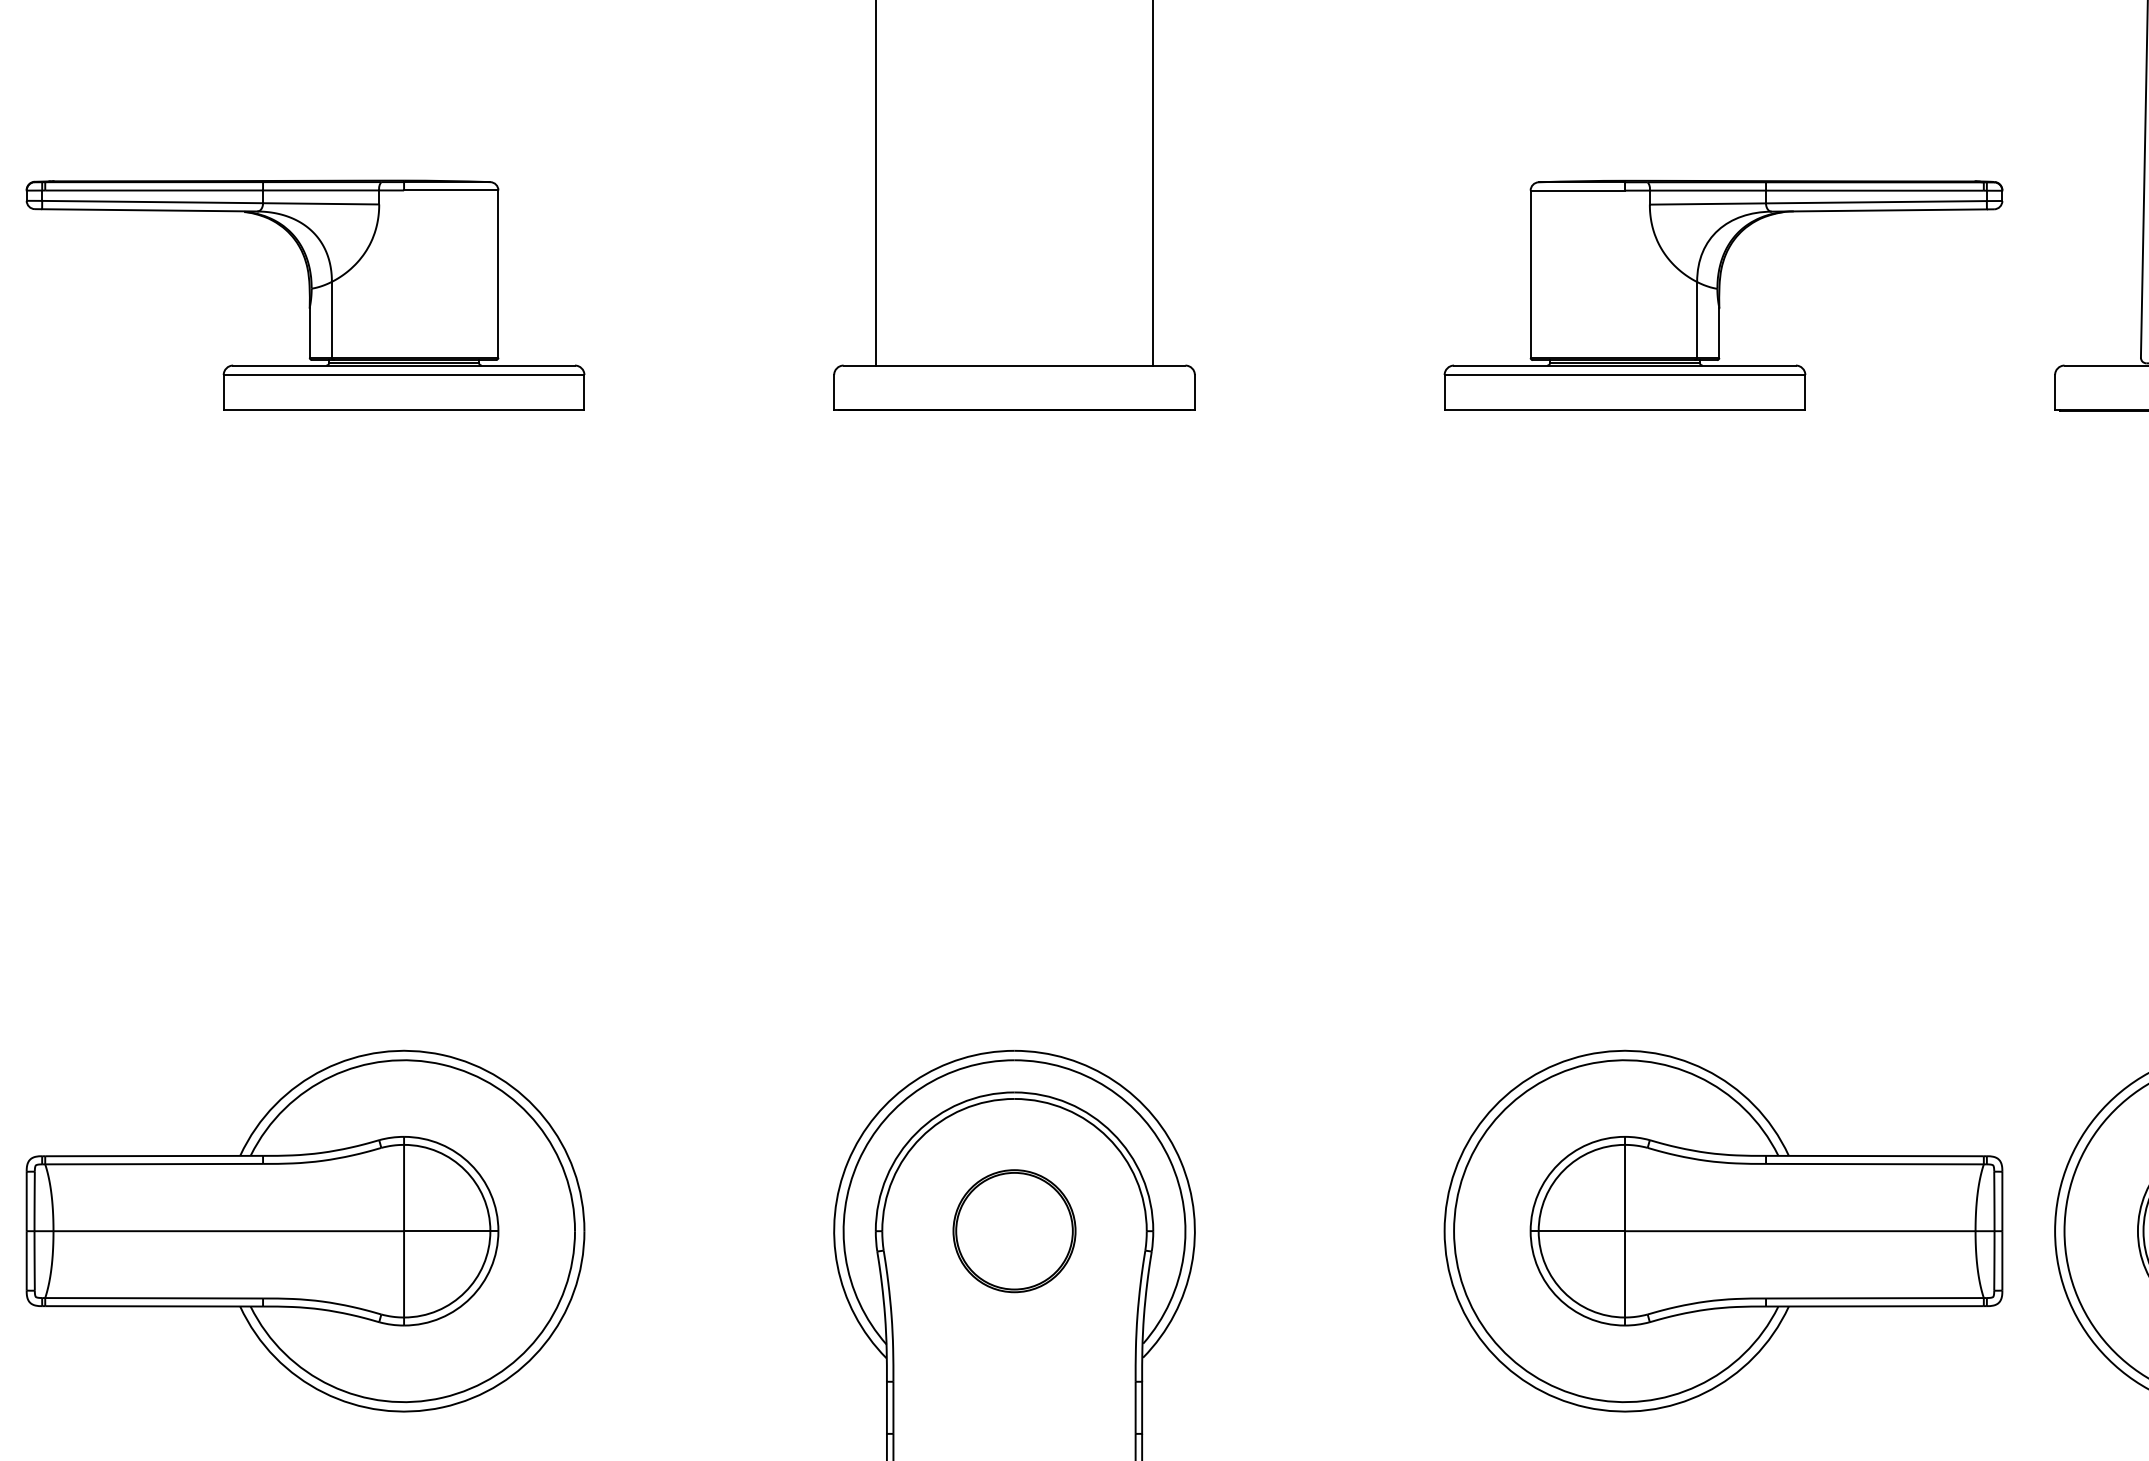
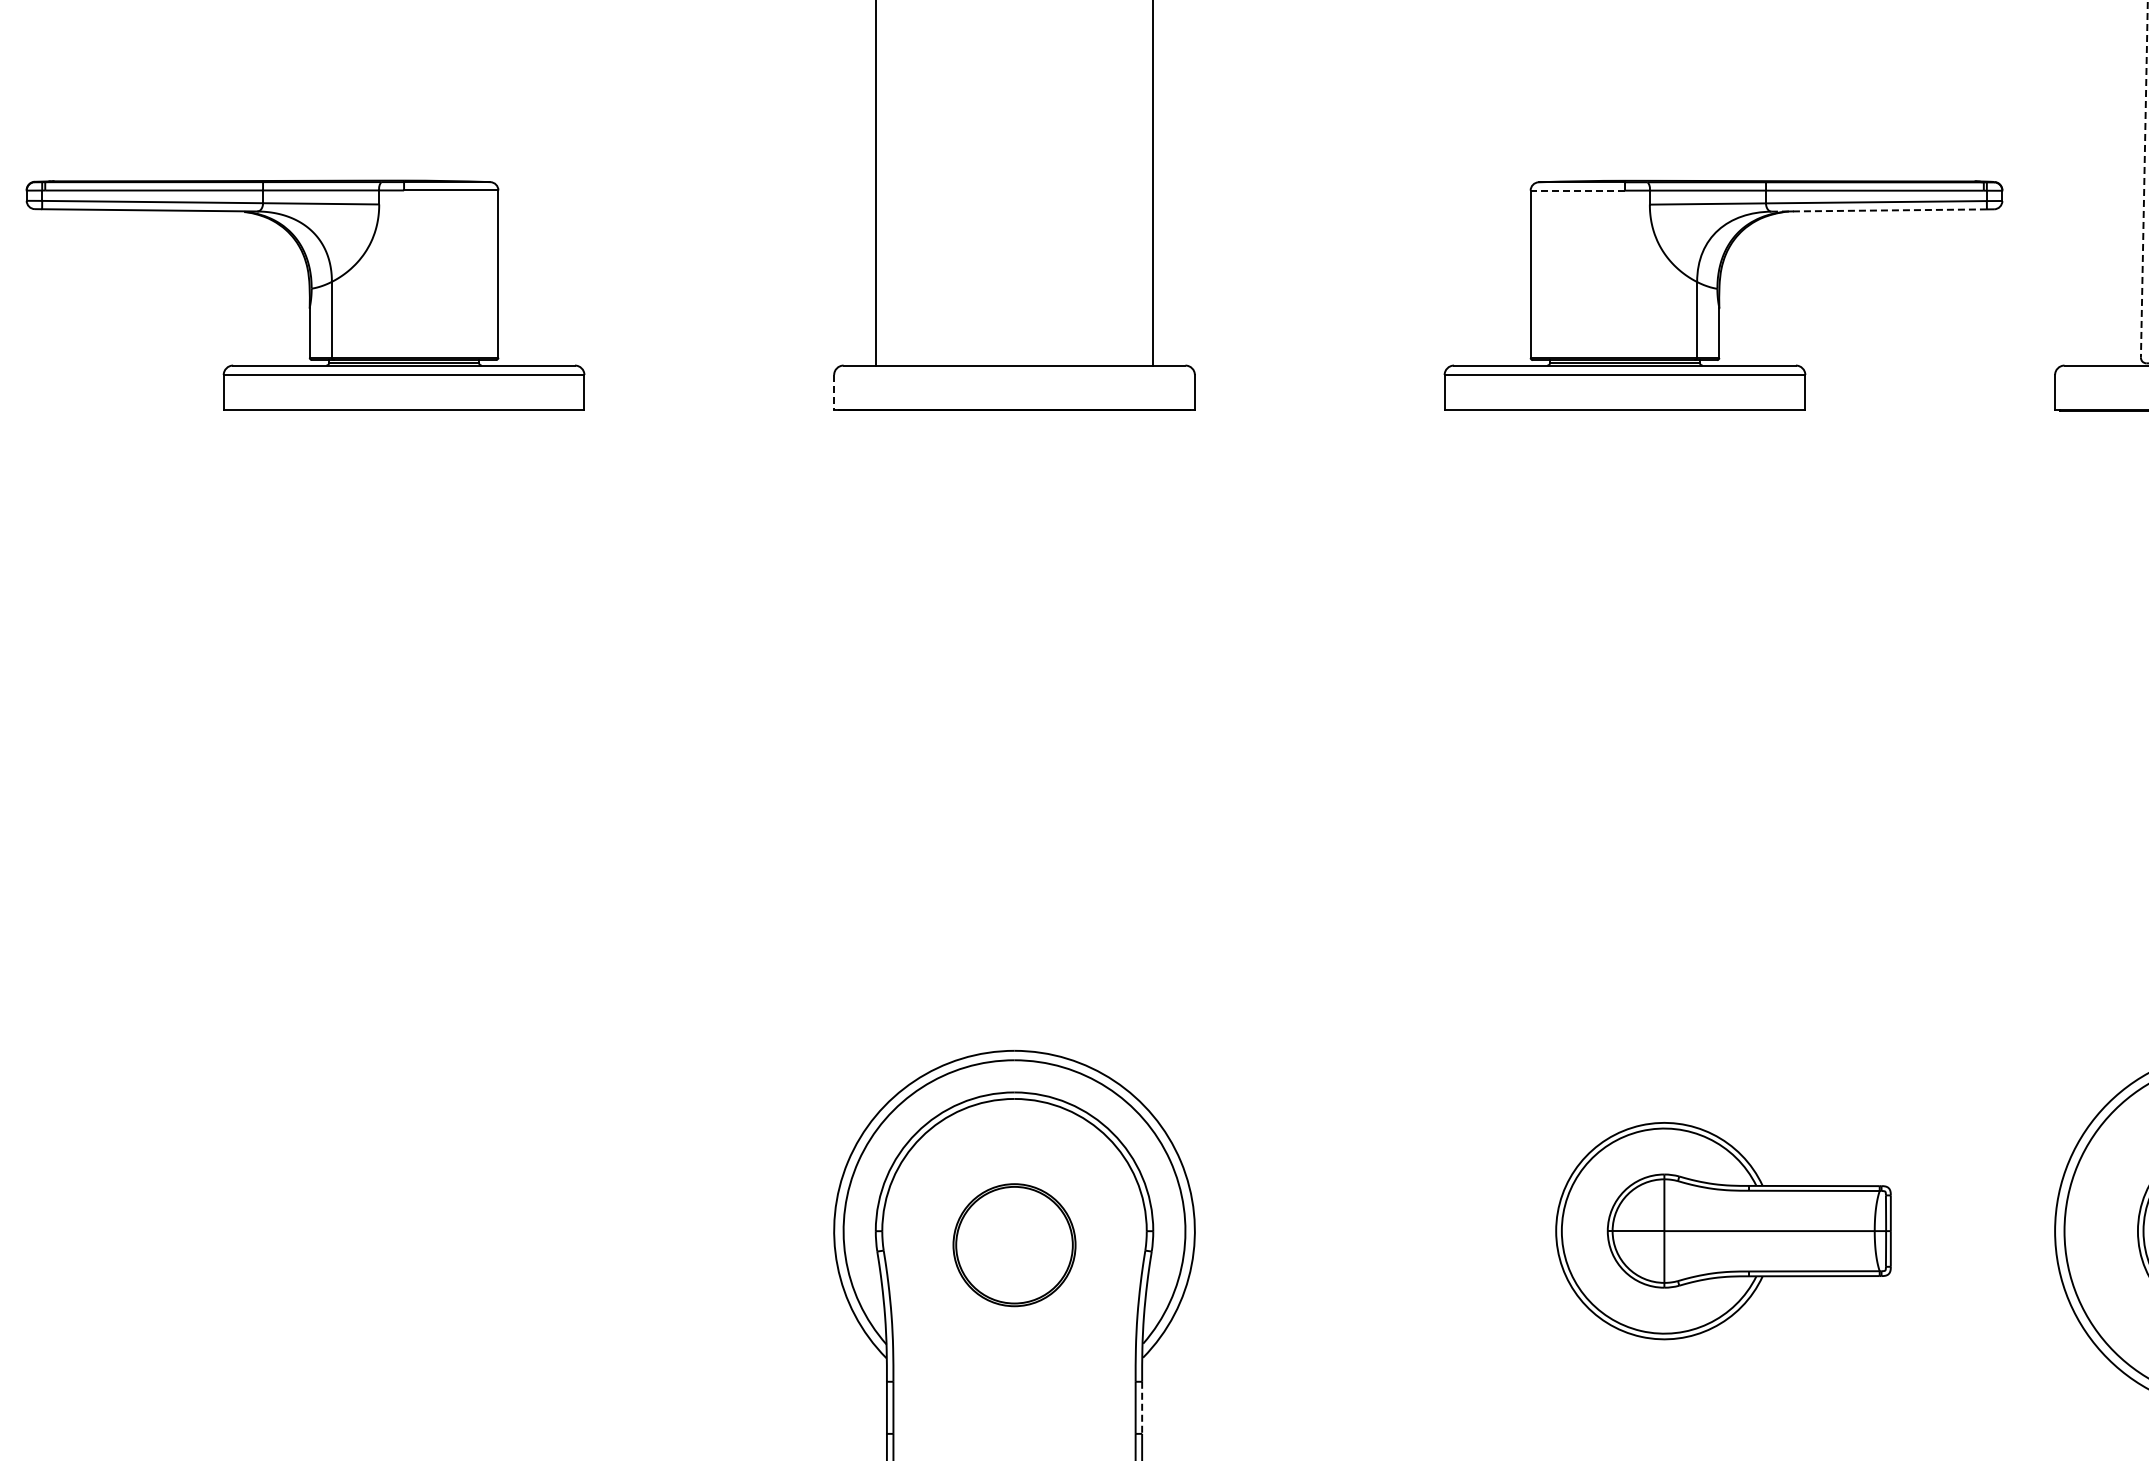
line at (2144, 179): solid -> dashed
line at (1577, 190): solid -> dashed
line at (1879, 210): solid -> dashed
line at (834, 392): solid -> dashed
part at (305, 1230): present -> none
part at (1723, 1230) size: 561x364 px -> 337x219 px
part at (1014, 1231) position: (1014, 1231) -> (1014, 1245)
line at (1142, 1408): solid -> dashed
